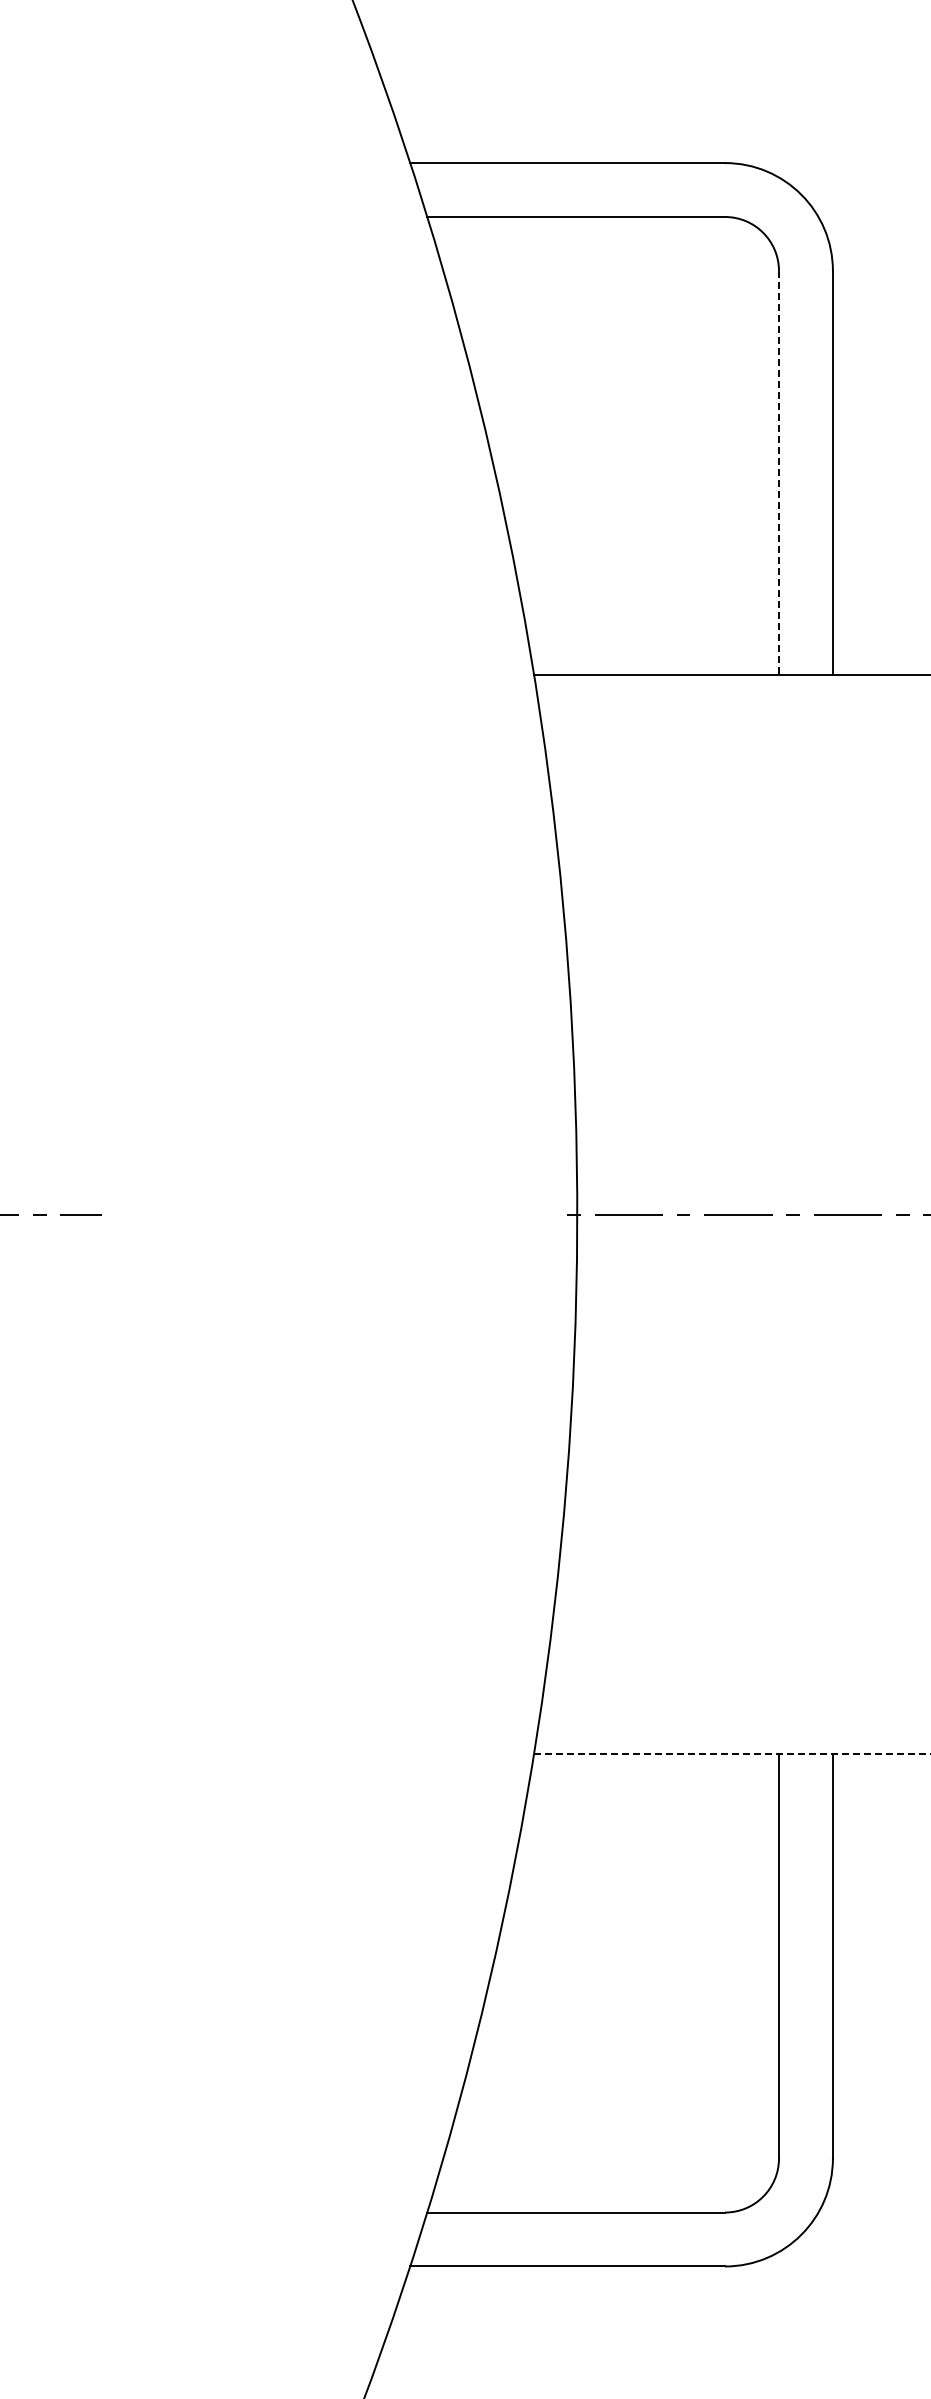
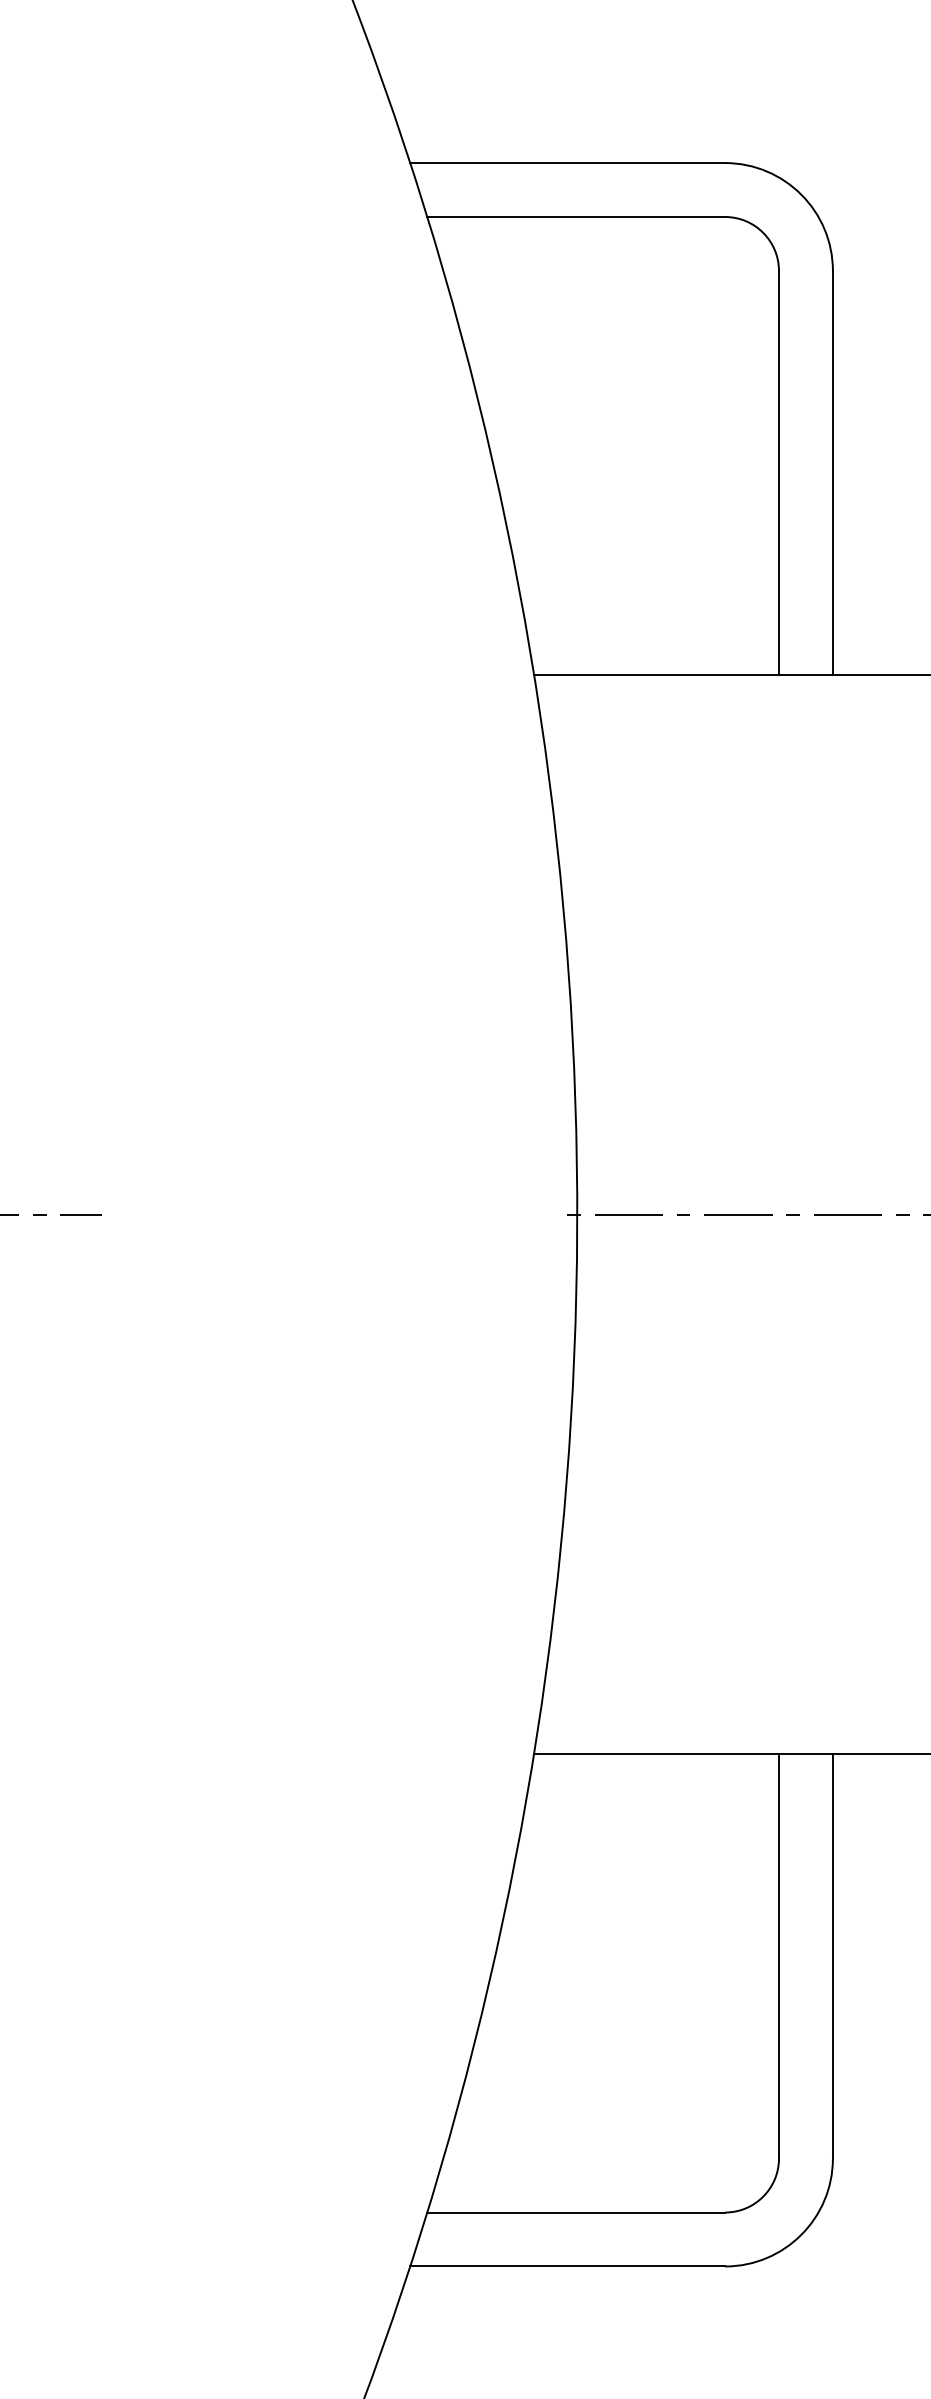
line at (778, 473): dashed -> solid
line at (733, 1754): dashed -> solid
